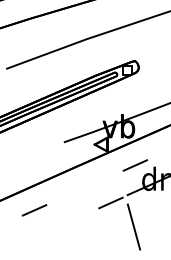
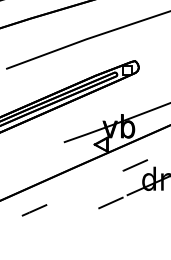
line at (133, 226): present -> none
